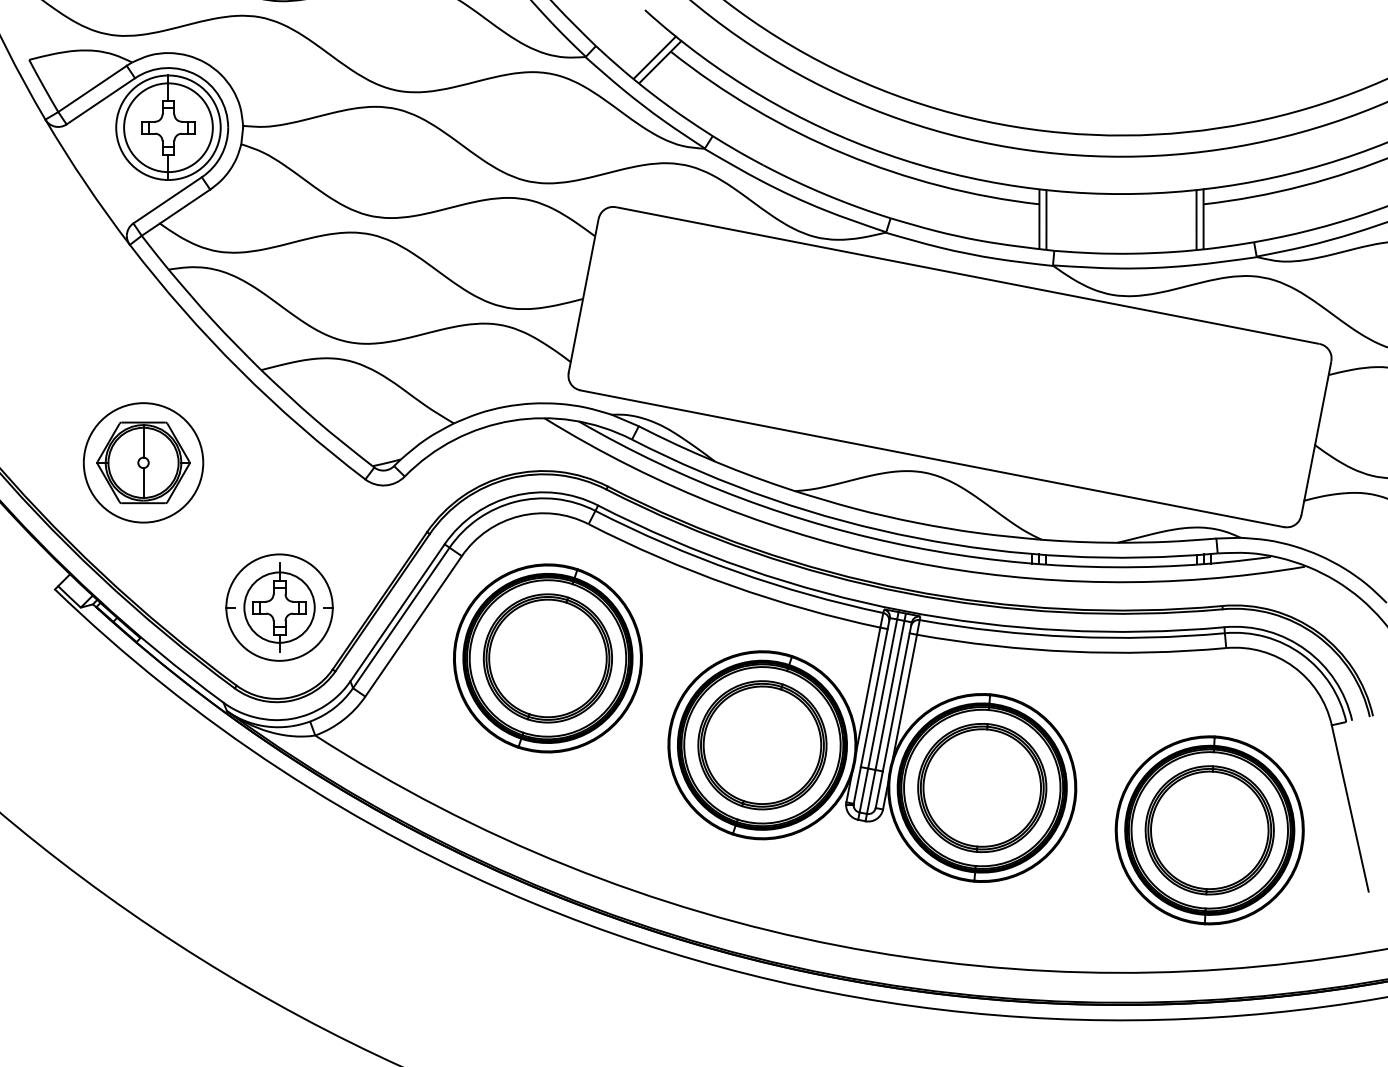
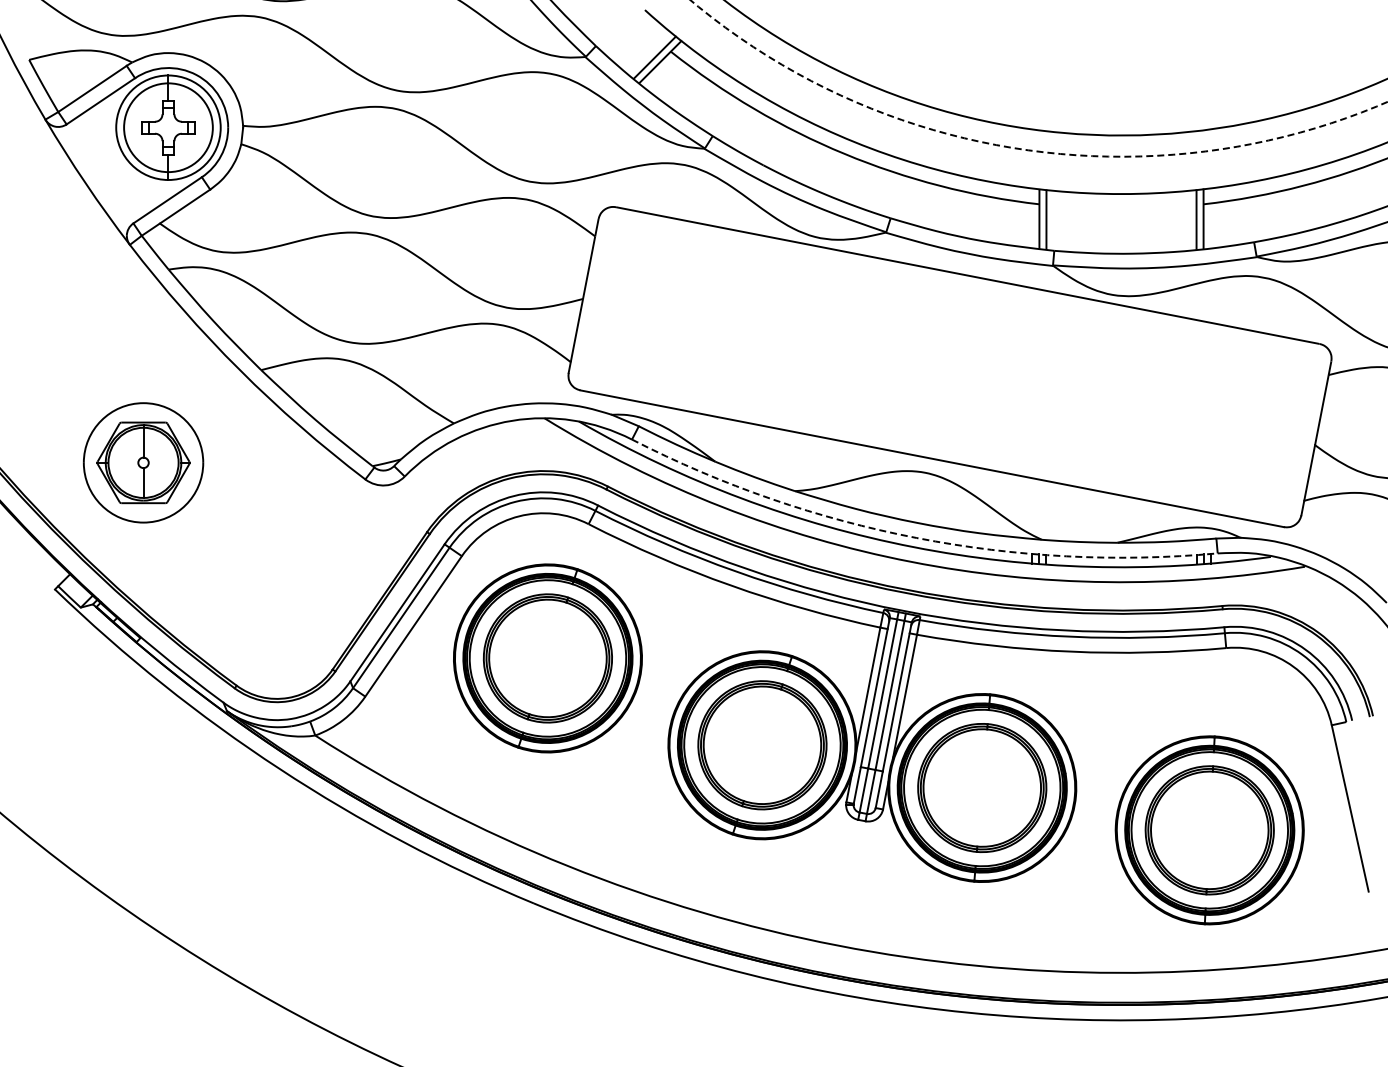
arc at (1028, 150): solid -> dashed
arc at (916, 538): solid -> dashed
part at (279, 607): present -> none
